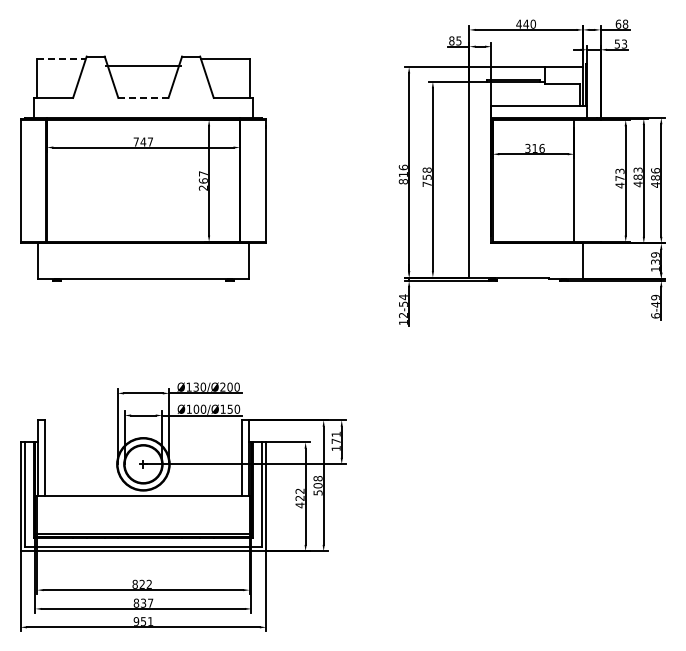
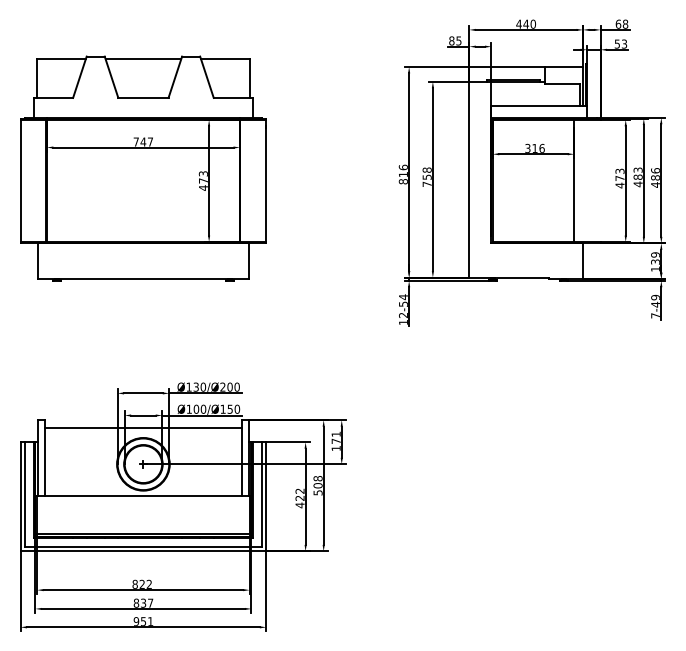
line at (62, 59): dashed -> solid
line at (143, 66) position: (143, 66) -> (143, 59)
line at (143, 97): dashed -> solid
text at (202, 180): 267 -> 473
text at (655, 315): 6-49 -> 7-49
line at (142, 427): none -> present
